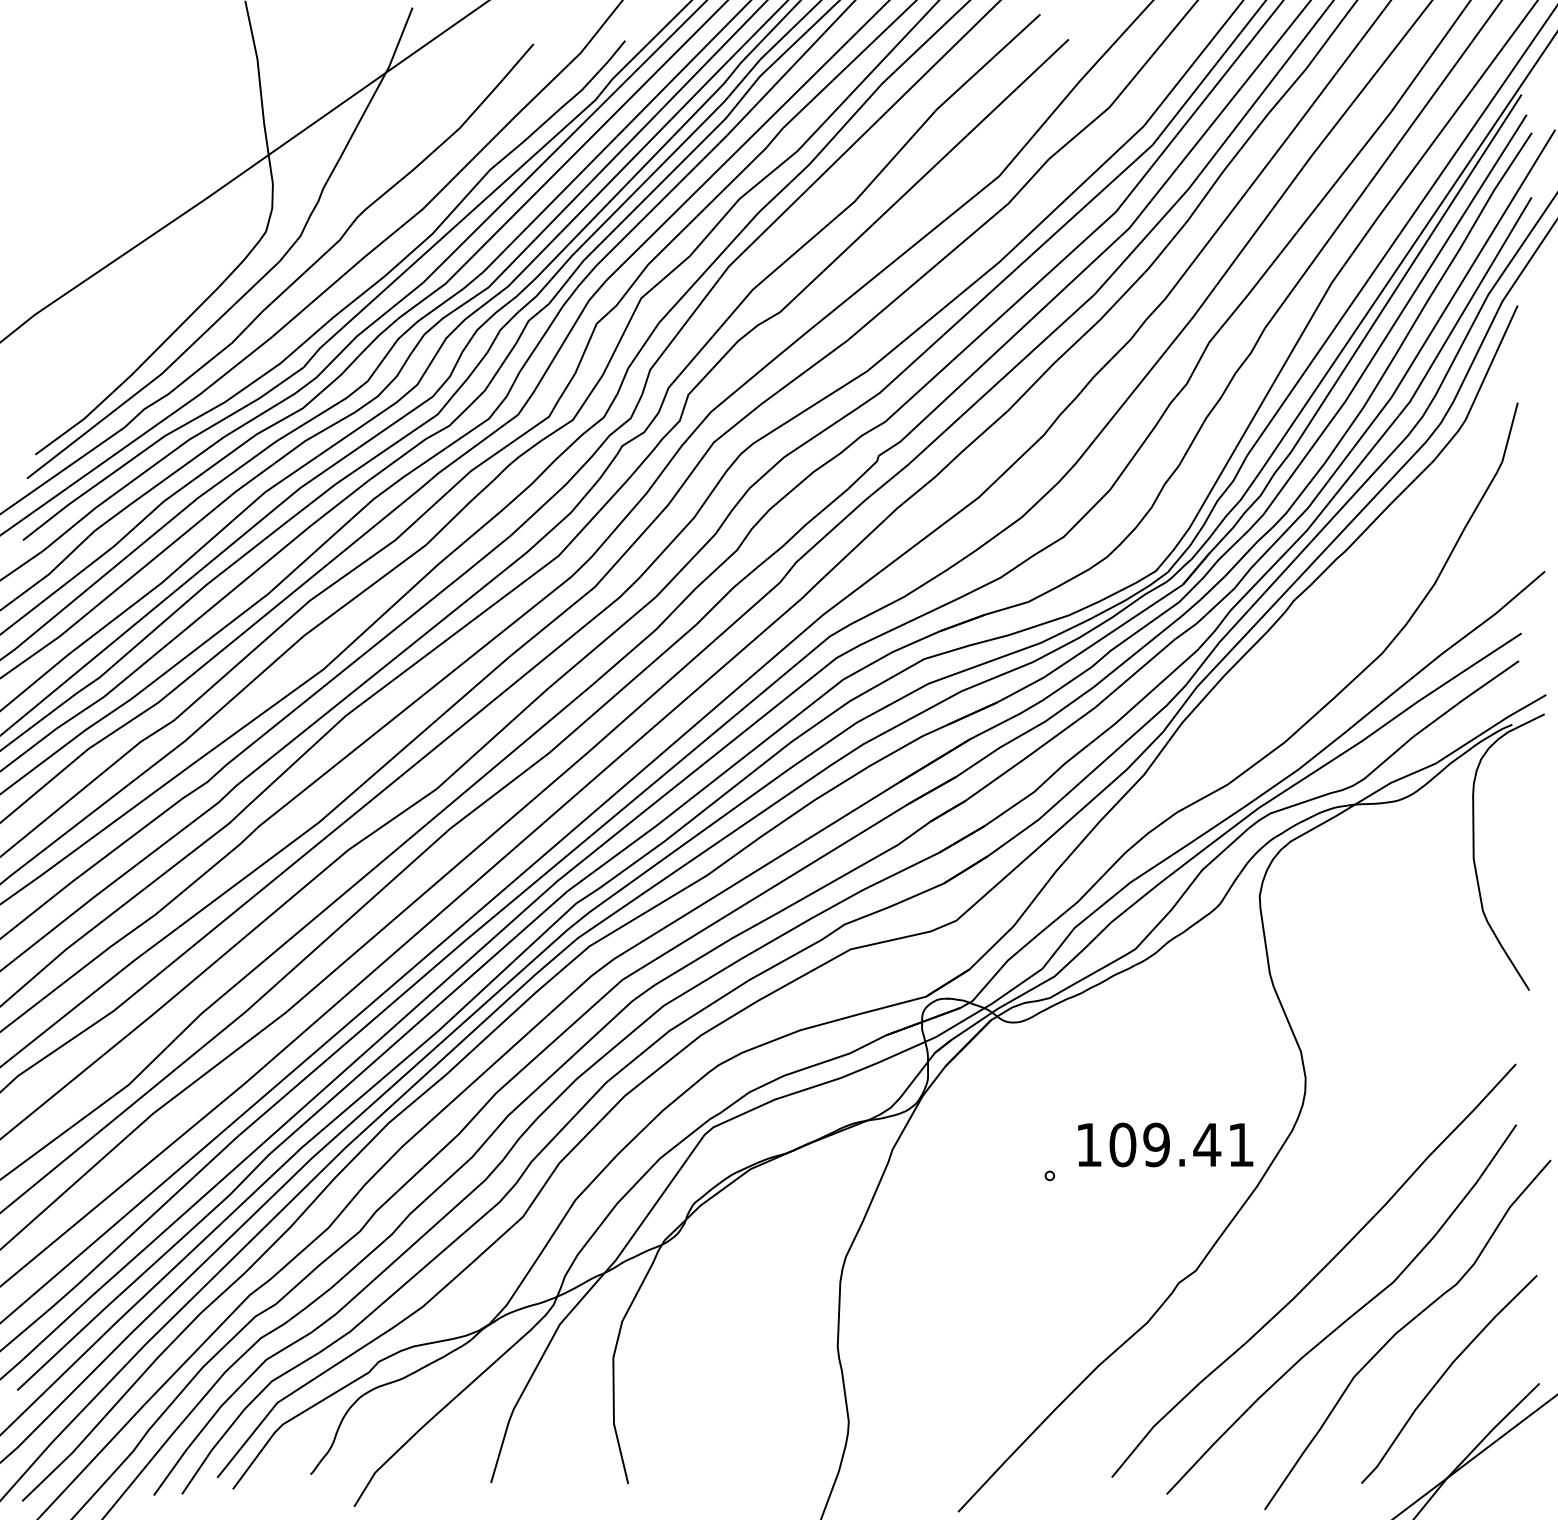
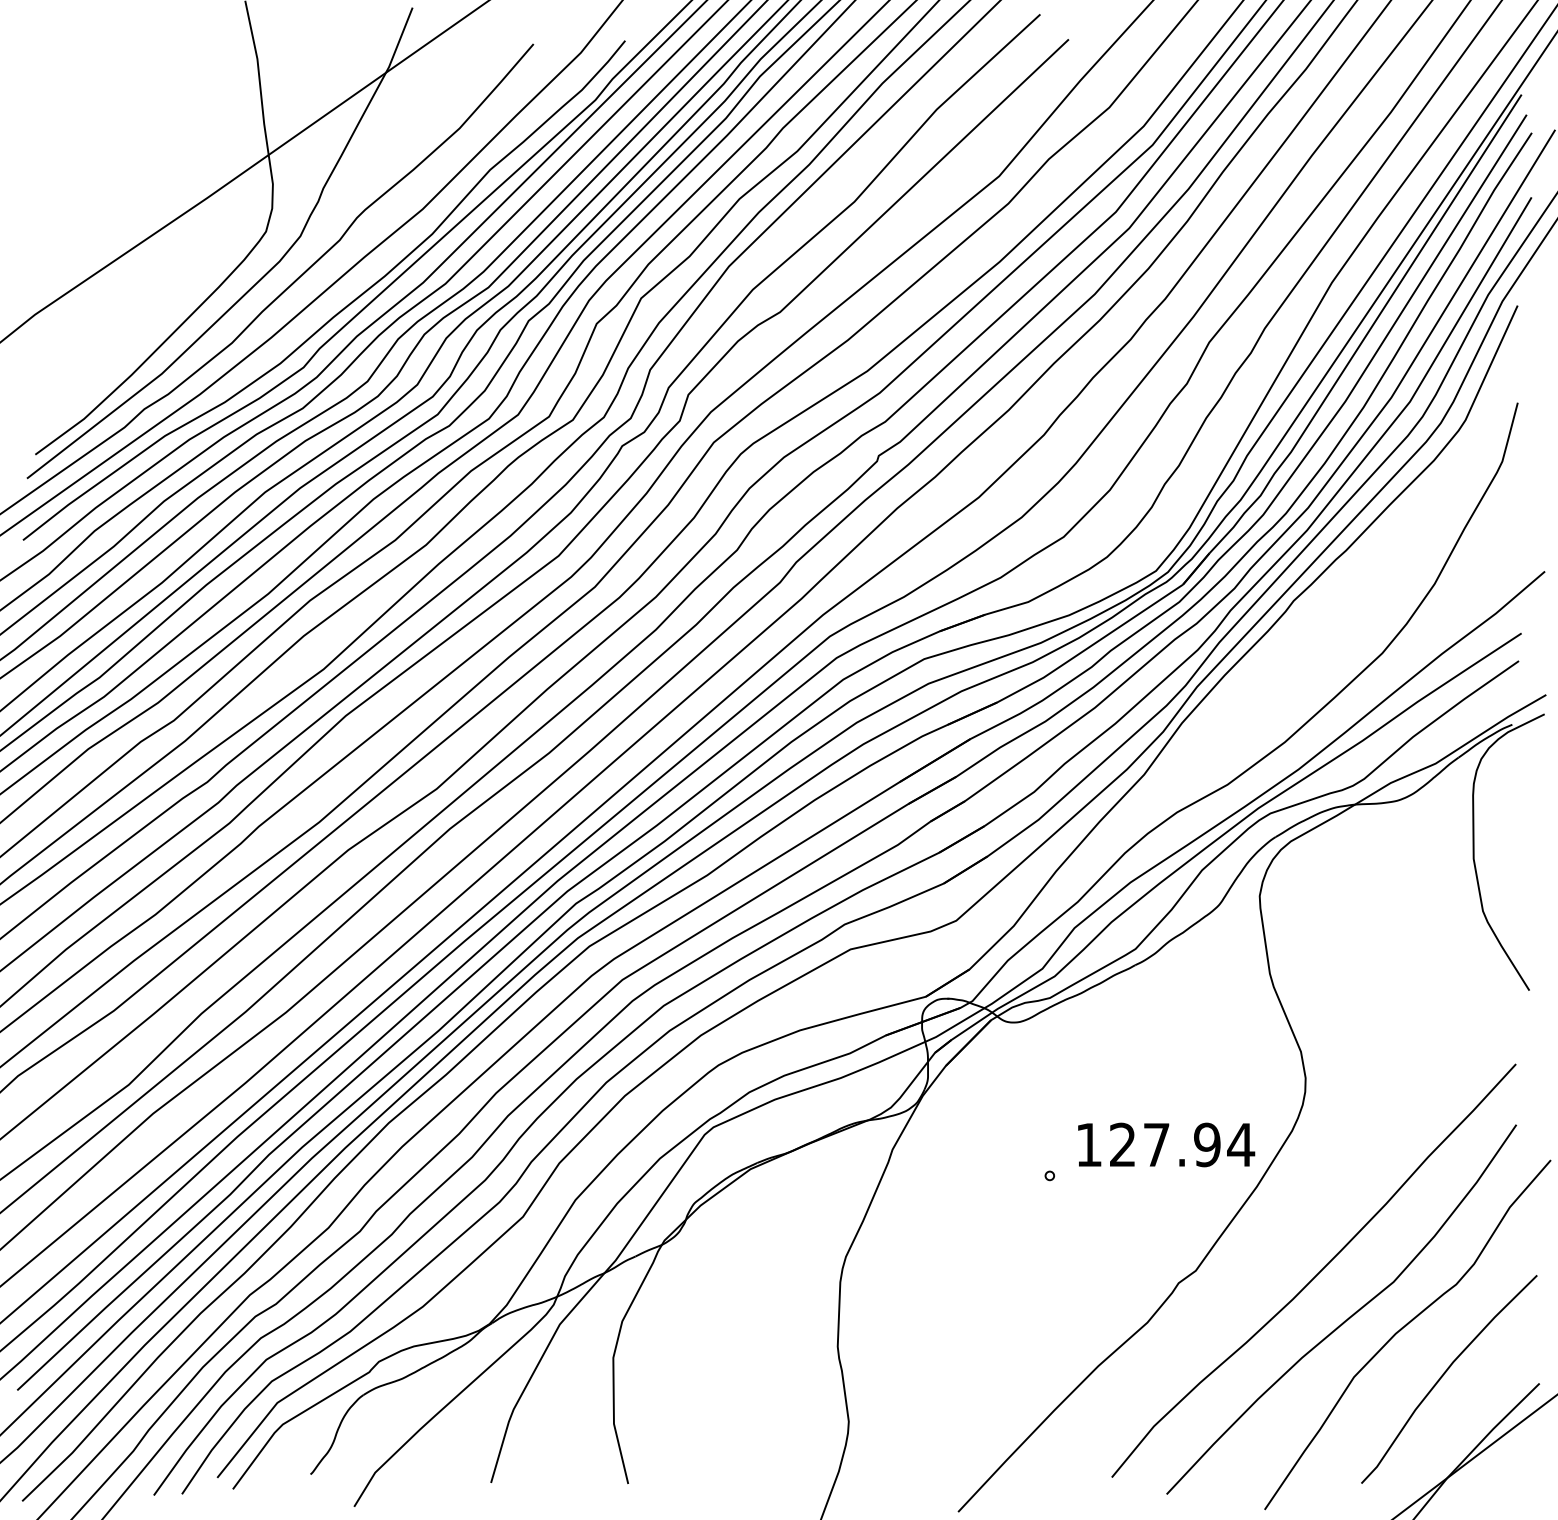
text at (1182, 1144): 109.41 -> 127.94
